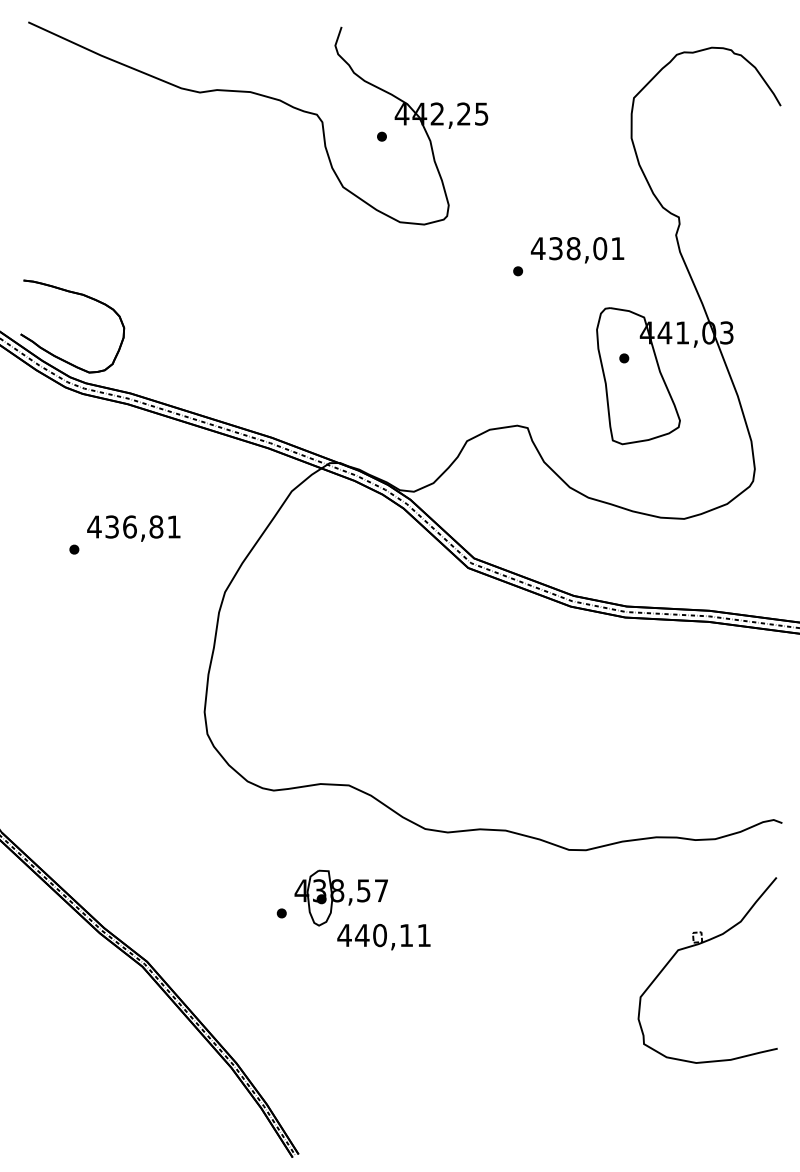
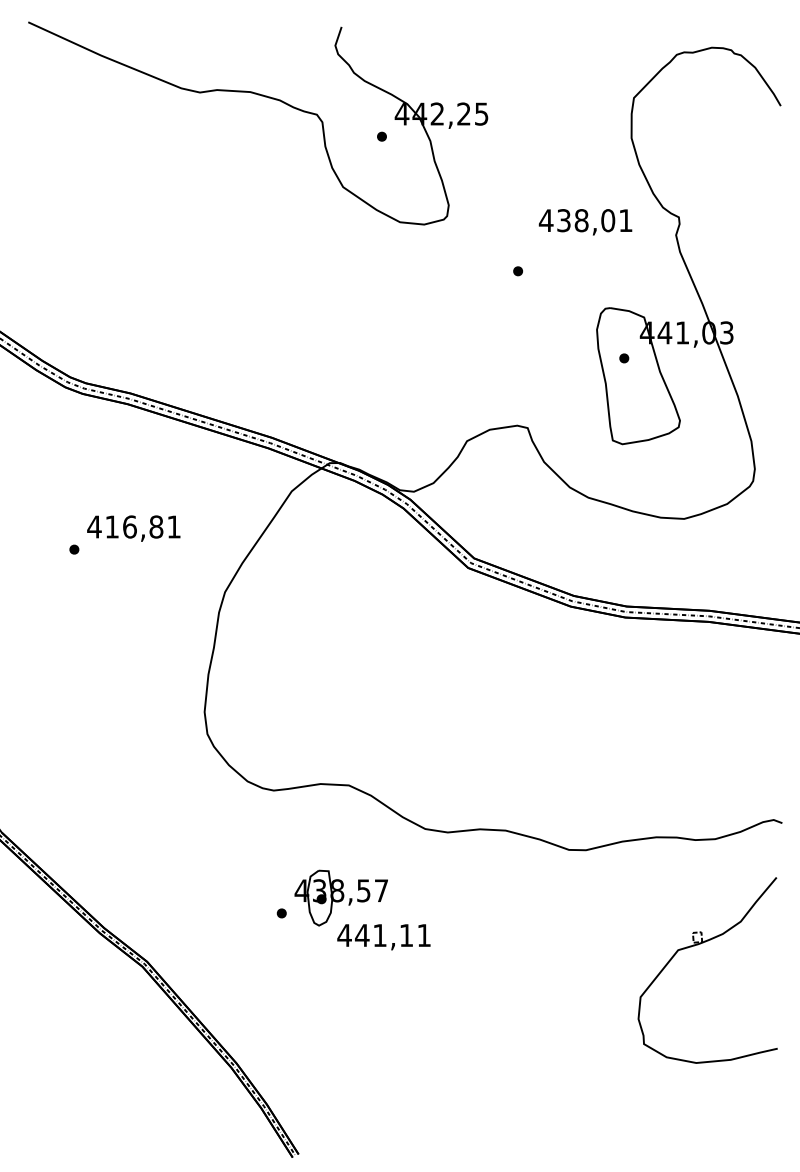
text at (577, 250) position: (577, 250) -> (585, 222)
part at (83, 296): present -> none
text at (111, 526): 436,81 -> 416,81
text at (379, 935): 440,11 -> 441,11
